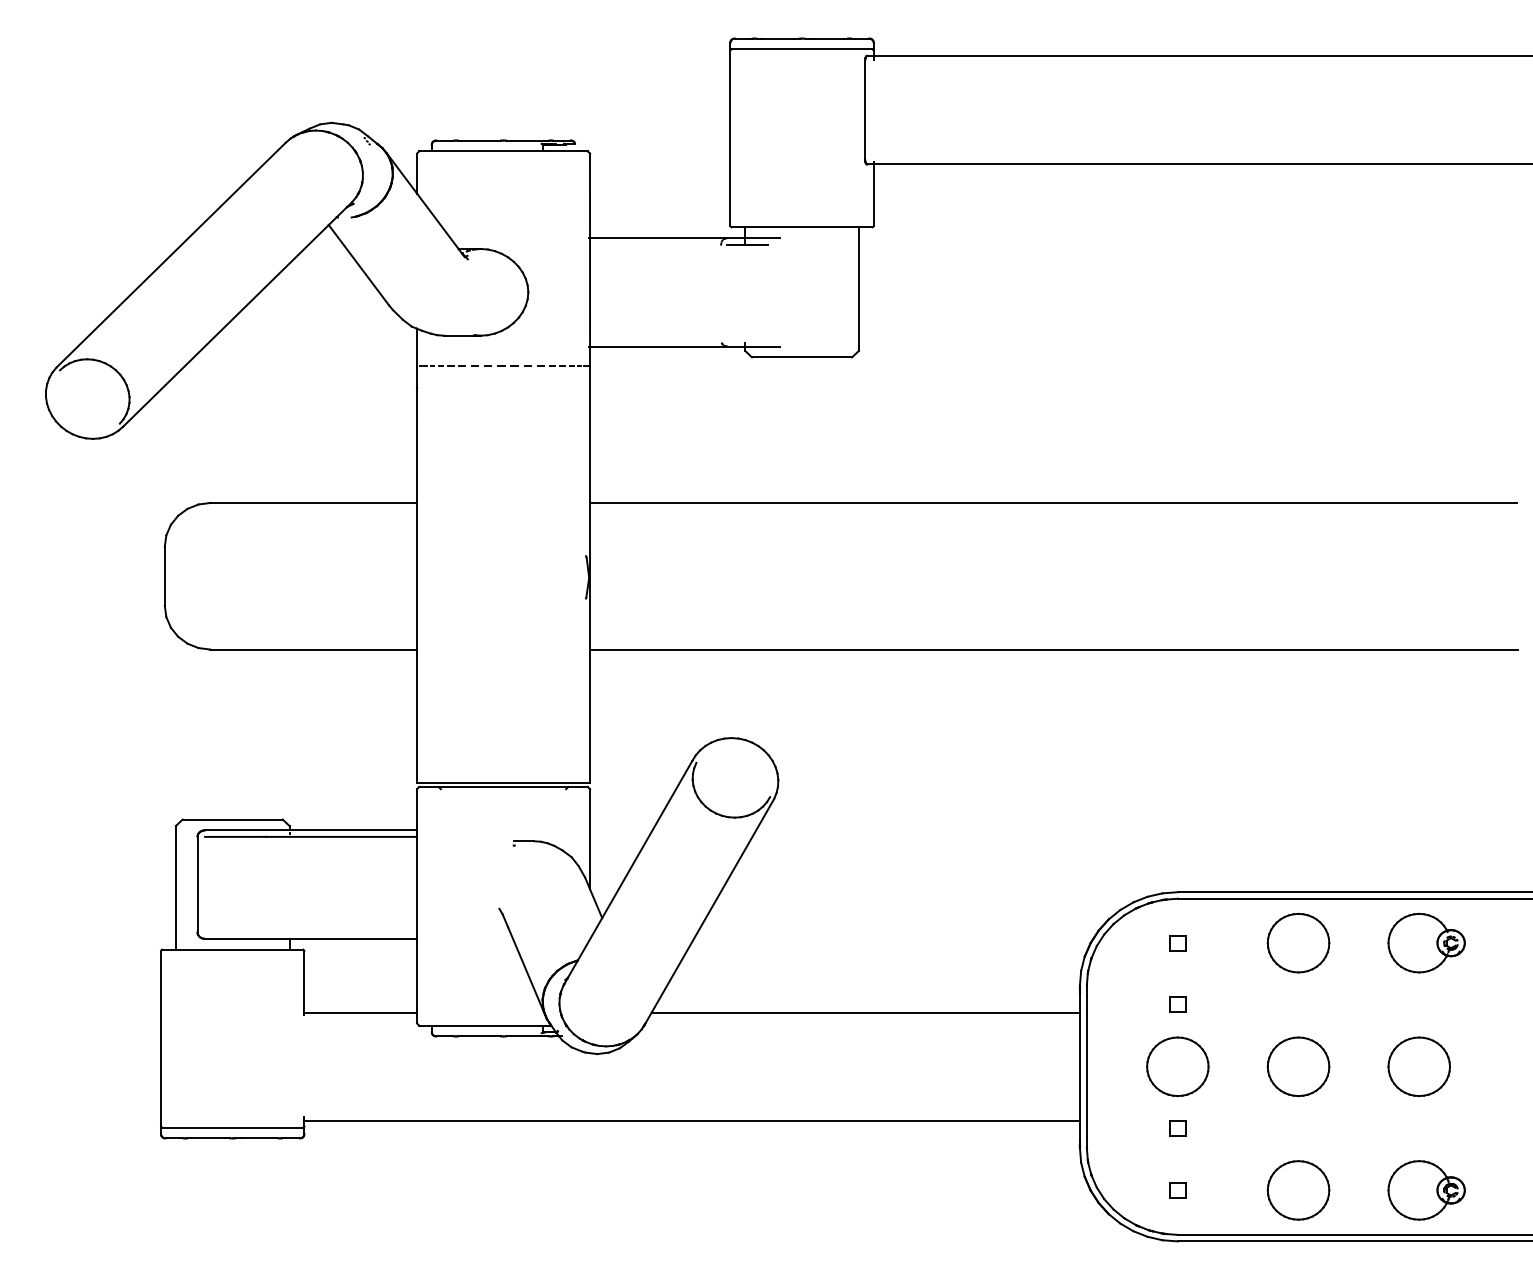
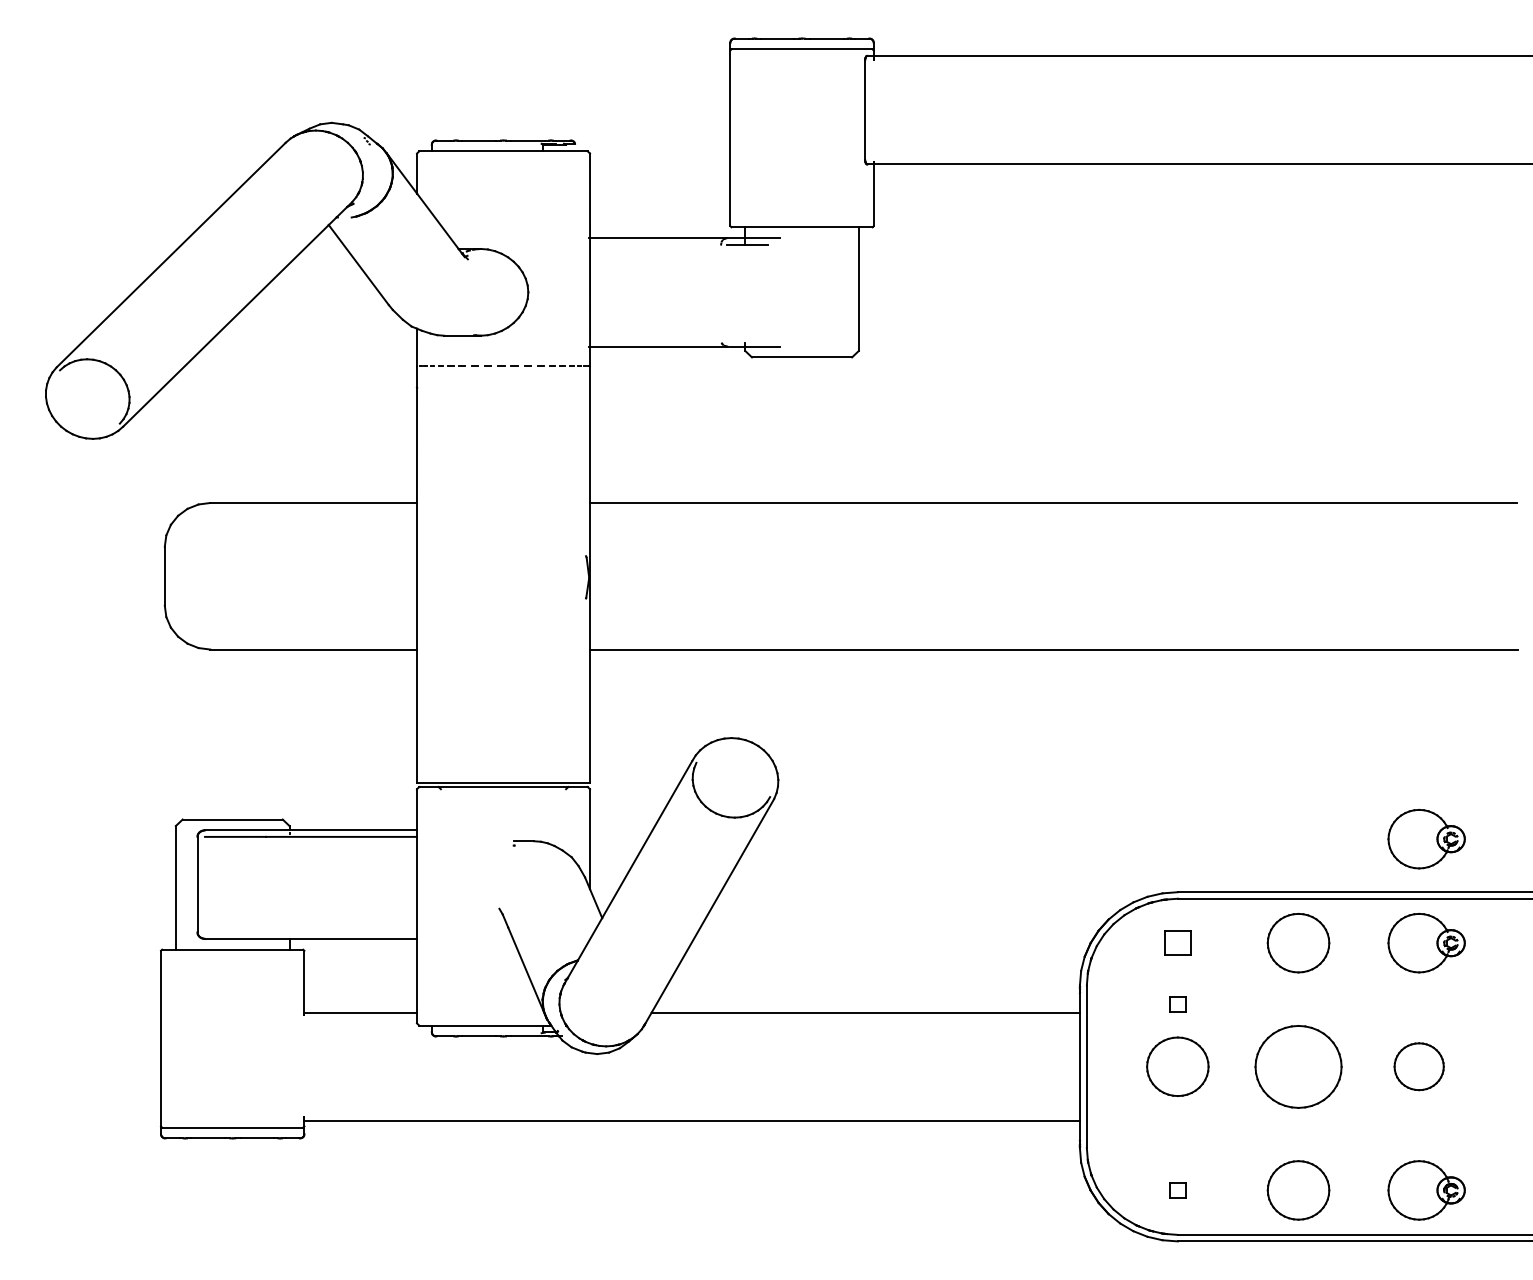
part at (1426, 838): none -> present
part at (1177, 943) size: 18x17 px -> 28x26 px
part at (1298, 1066) size: 65x61 px -> 89x84 px
part at (1418, 1066) size: 64x61 px -> 52x50 px
part at (1177, 1128): present -> none
